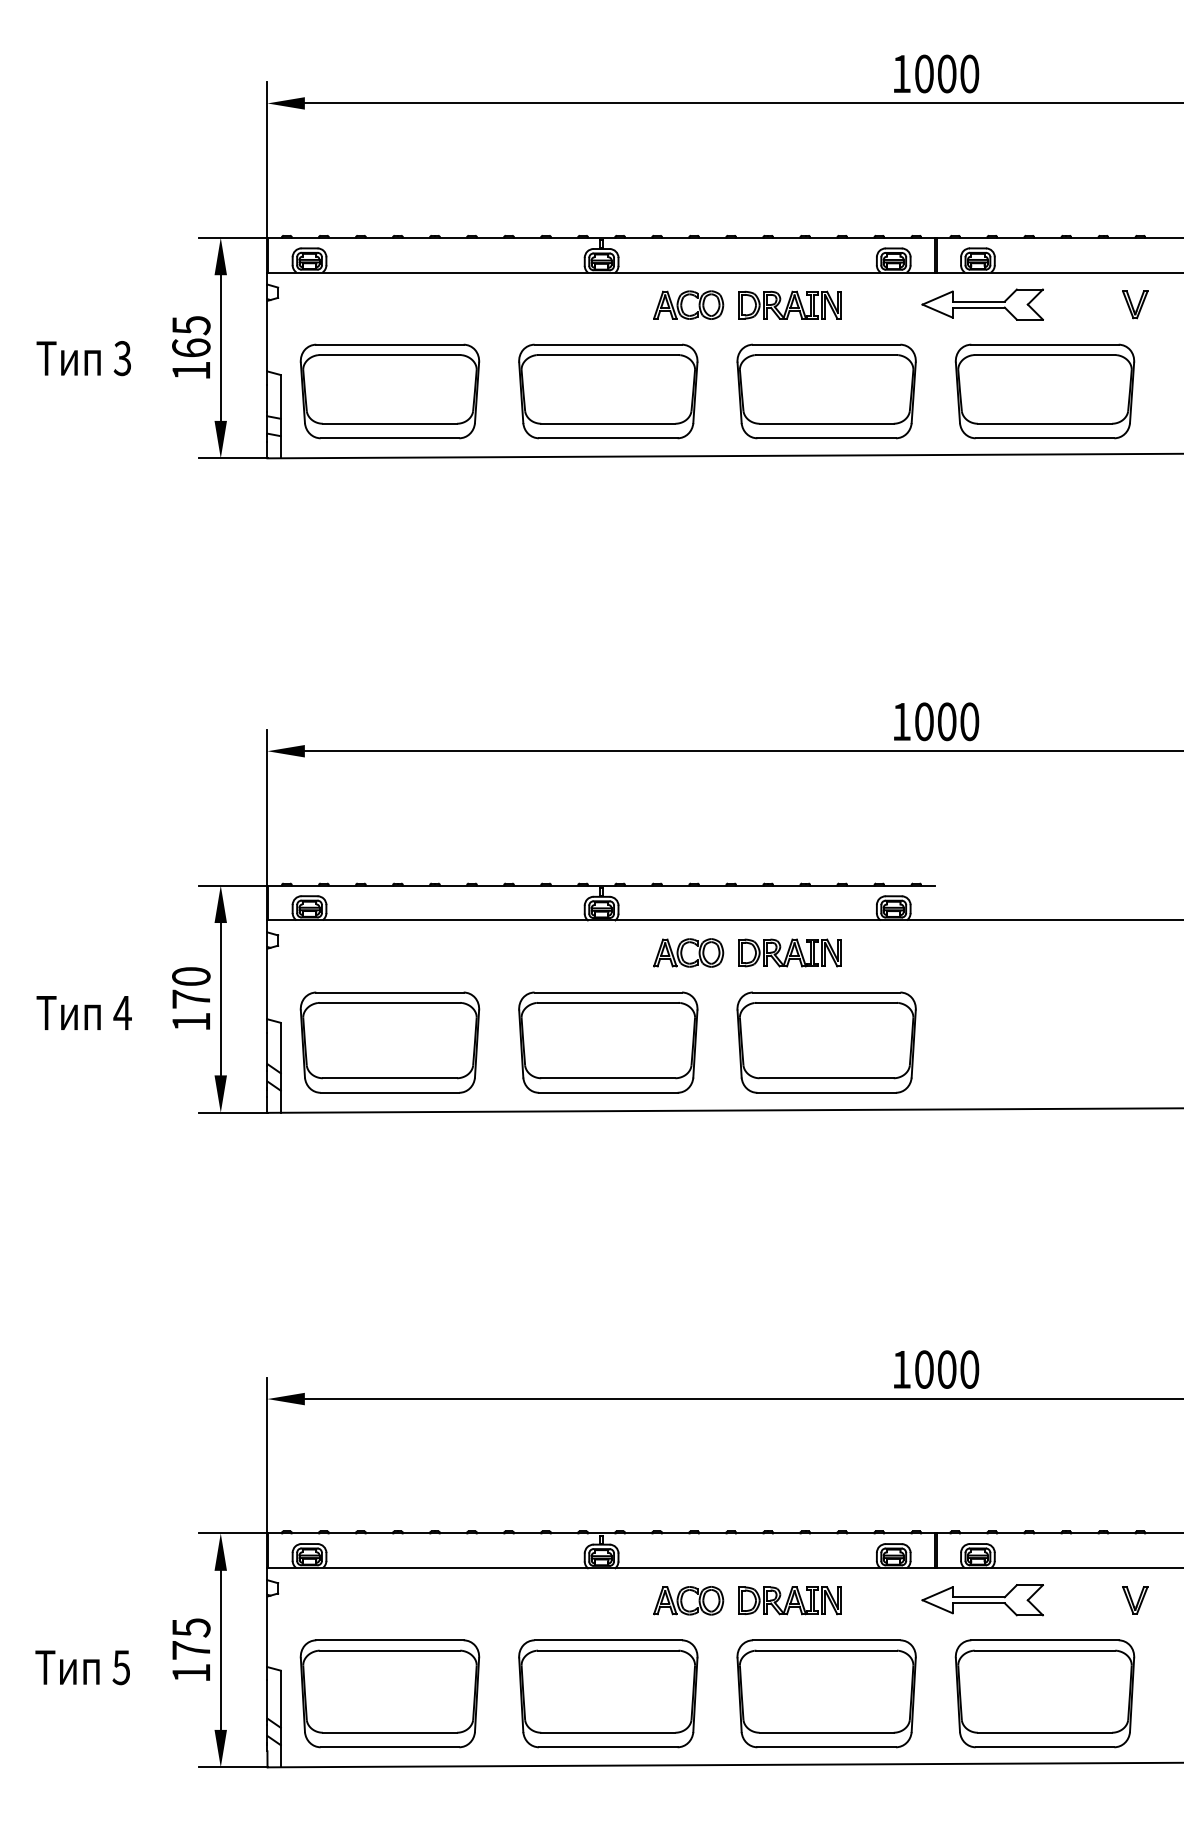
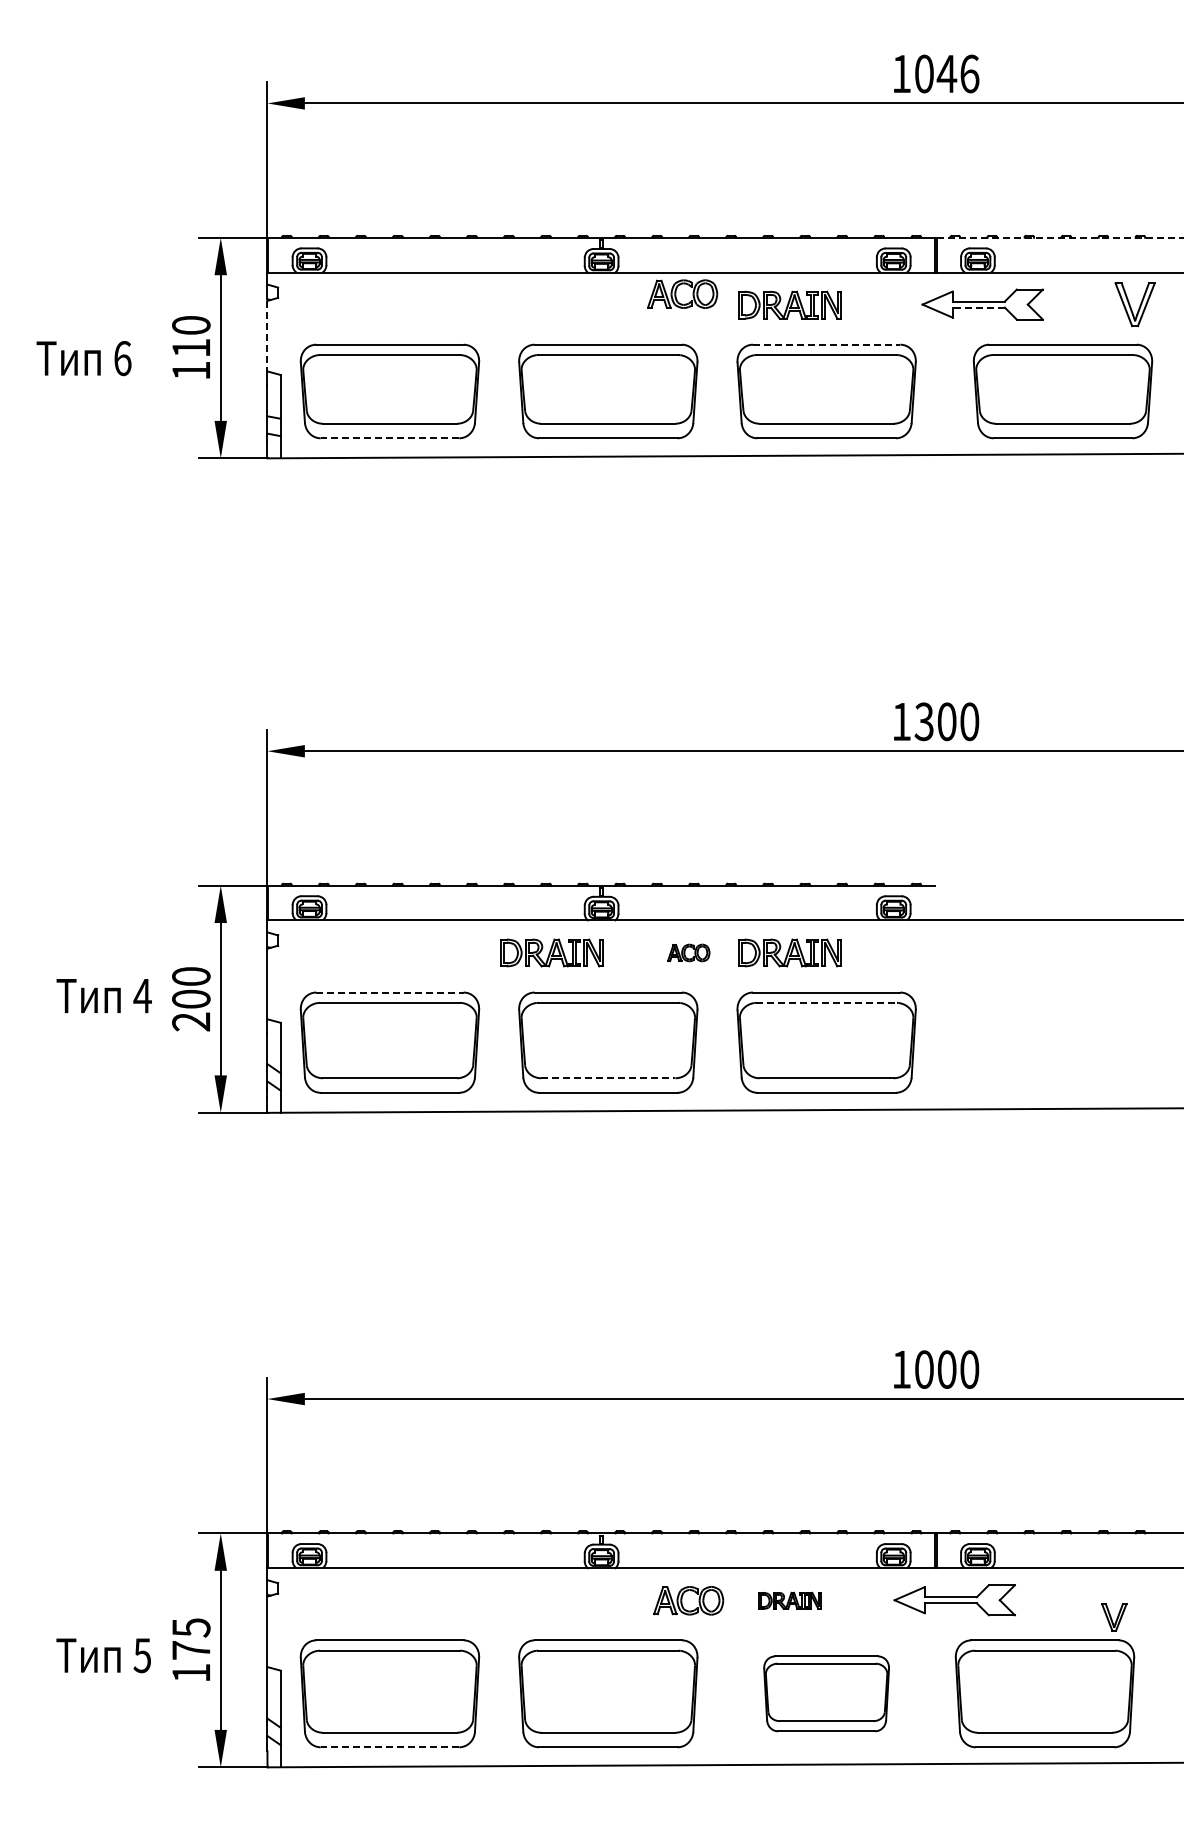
text at (957, 73): 1000 -> 1046
line at (1060, 237): solid -> dashed
part at (688, 304) position: (688, 304) -> (682, 293)
part at (1135, 304) size: 27x30 px -> 42x46 px
line at (978, 307): solid -> dashed
text at (191, 336): 165 -> 110
line at (267, 336): solid -> dashed
line at (826, 344): solid -> dashed
text at (122, 358): 3 -> 6
part at (1044, 391) position: (1044, 391) -> (1062, 391)
line at (389, 438): solid -> dashed
text at (923, 721): 1000 -> 1300
part at (551, 952): none -> present
part at (688, 952) size: 72x30 px -> 44x20 px
line at (389, 992): solid -> dashed
line at (827, 1002): solid -> dashed
text at (191, 1010): 170 -> 200
text at (83, 1012) position: (83, 1012) -> (103, 995)
line at (608, 1078): solid -> dashed
part at (789, 1600) size: 104x30 px -> 64x19 px
part at (982, 1600) position: (982, 1600) -> (954, 1600)
part at (1135, 1600) position: (1135, 1600) -> (1114, 1617)
text at (82, 1667) position: (82, 1667) -> (103, 1655)
part at (826, 1693) size: 181x110 px -> 127x78 px
line at (389, 1747): solid -> dashed
